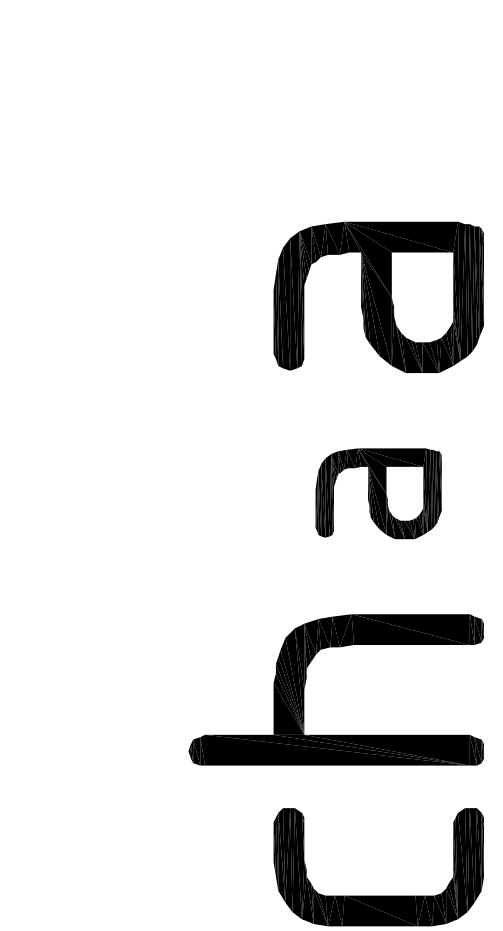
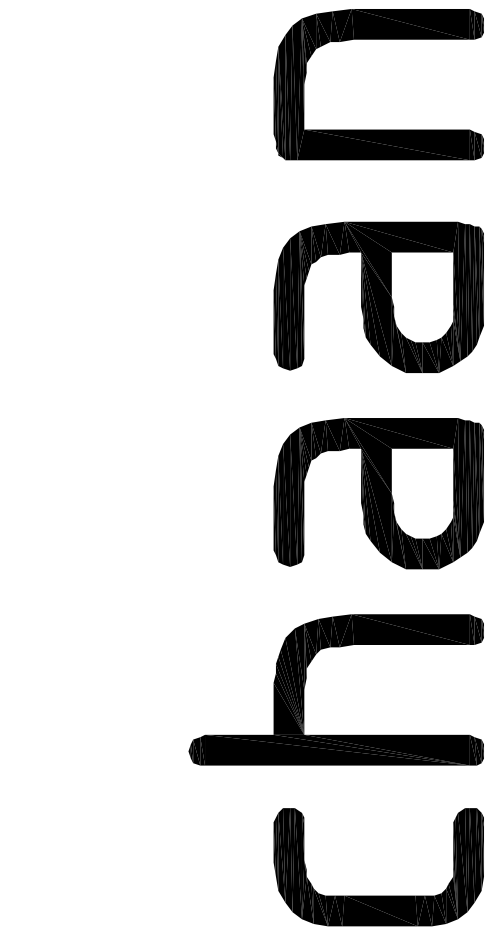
part at (378, 39): none -> present
part at (378, 493) size: 127x92 px -> 211x152 px
